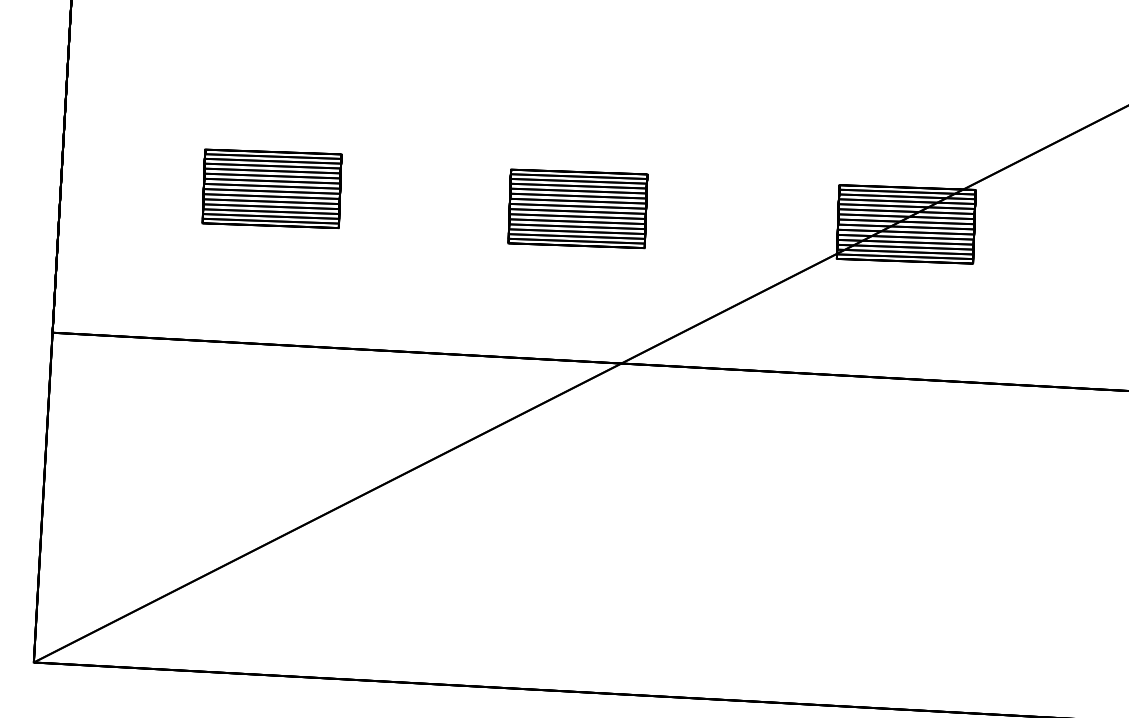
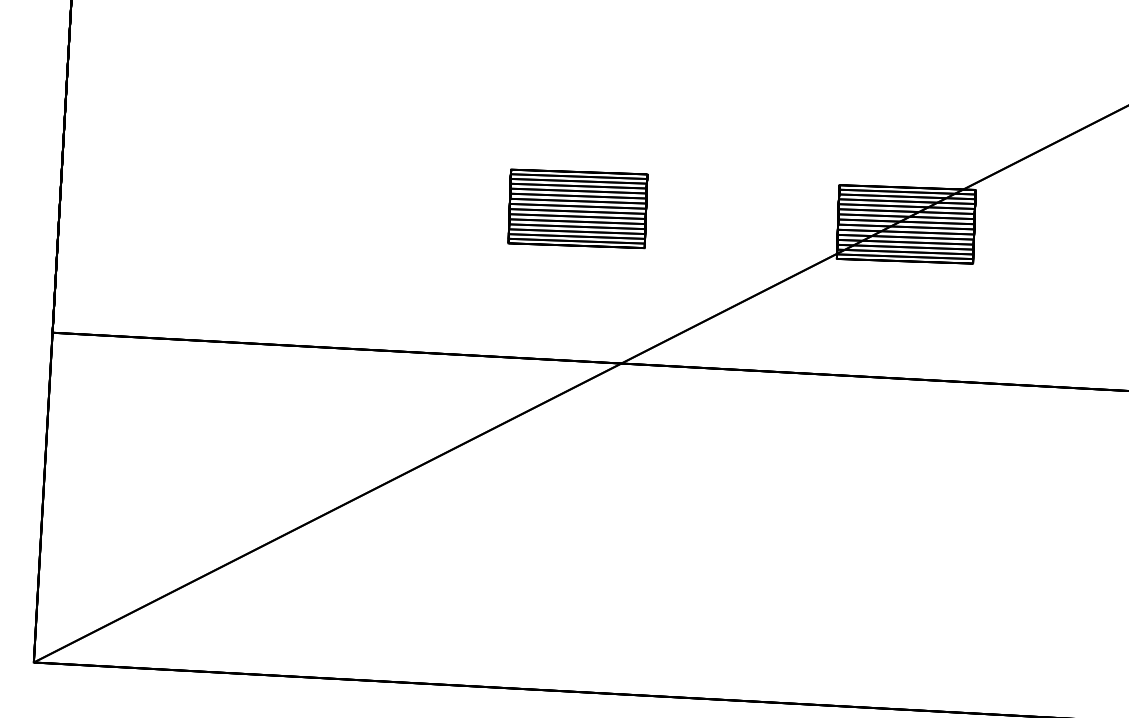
part at (271, 188): present -> none
